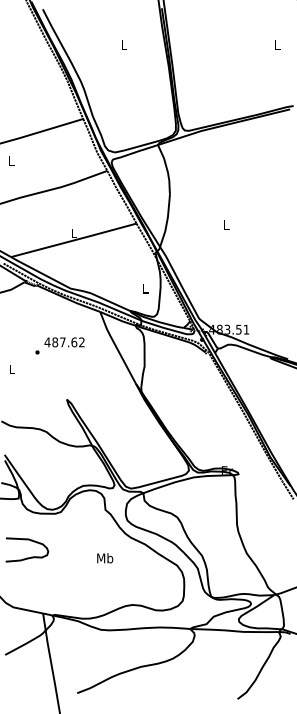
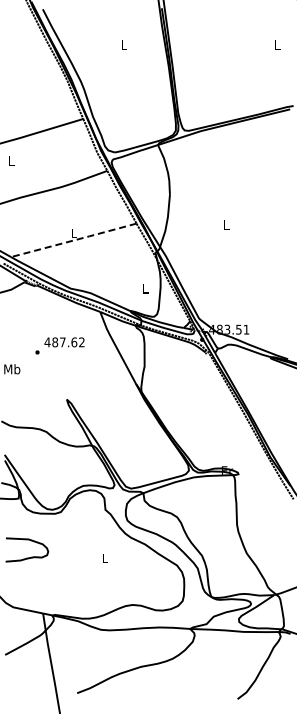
line at (74, 240): solid -> dashed
text at (12, 369): L -> Mb
text at (105, 558): Mb -> L
